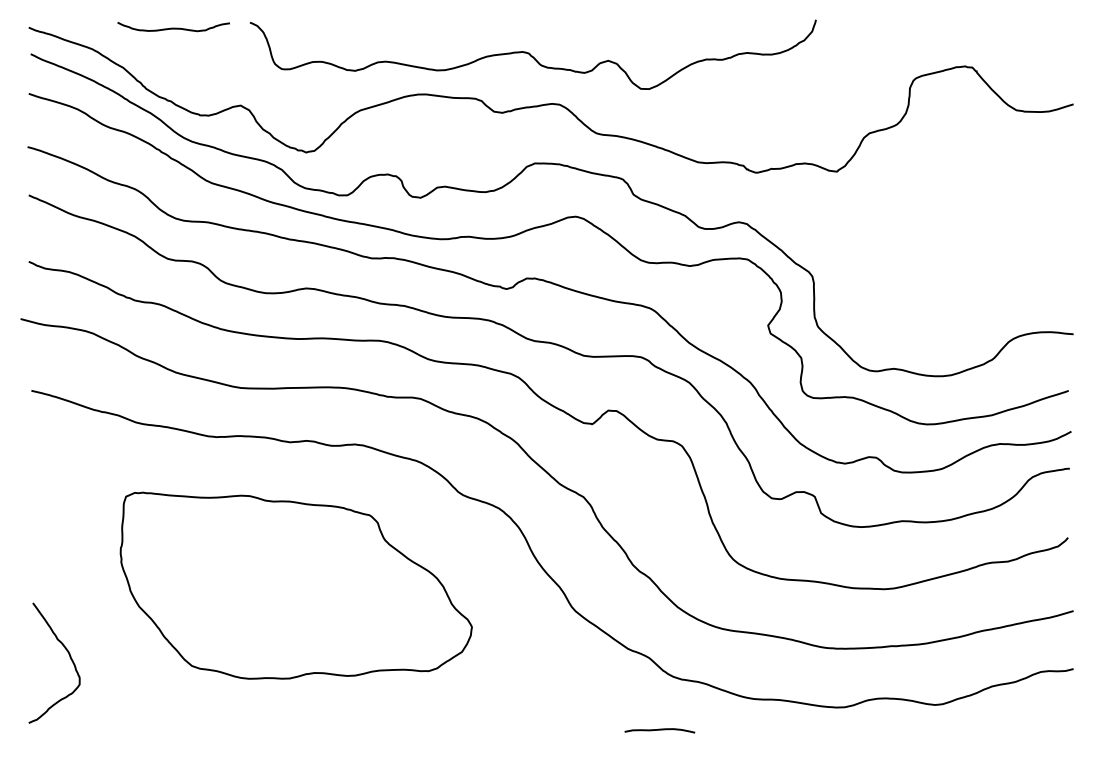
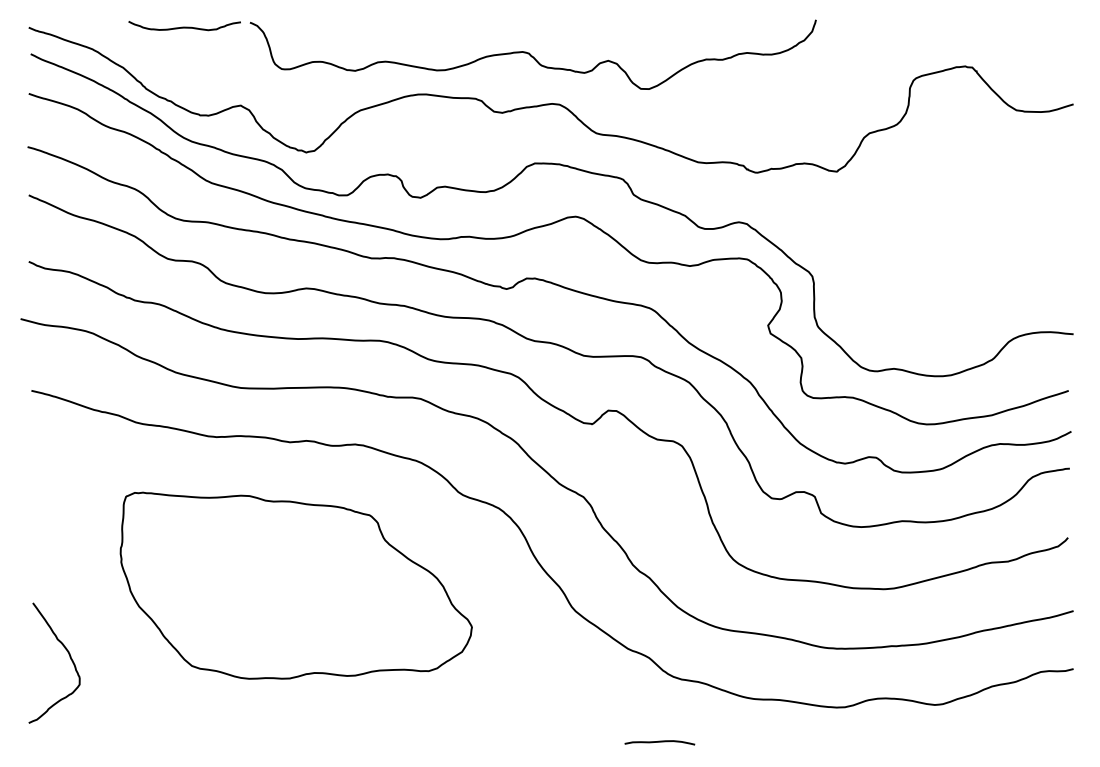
curve at (173, 27) position: (173, 27) -> (184, 26)
curve at (659, 730) position: (659, 730) -> (659, 742)
